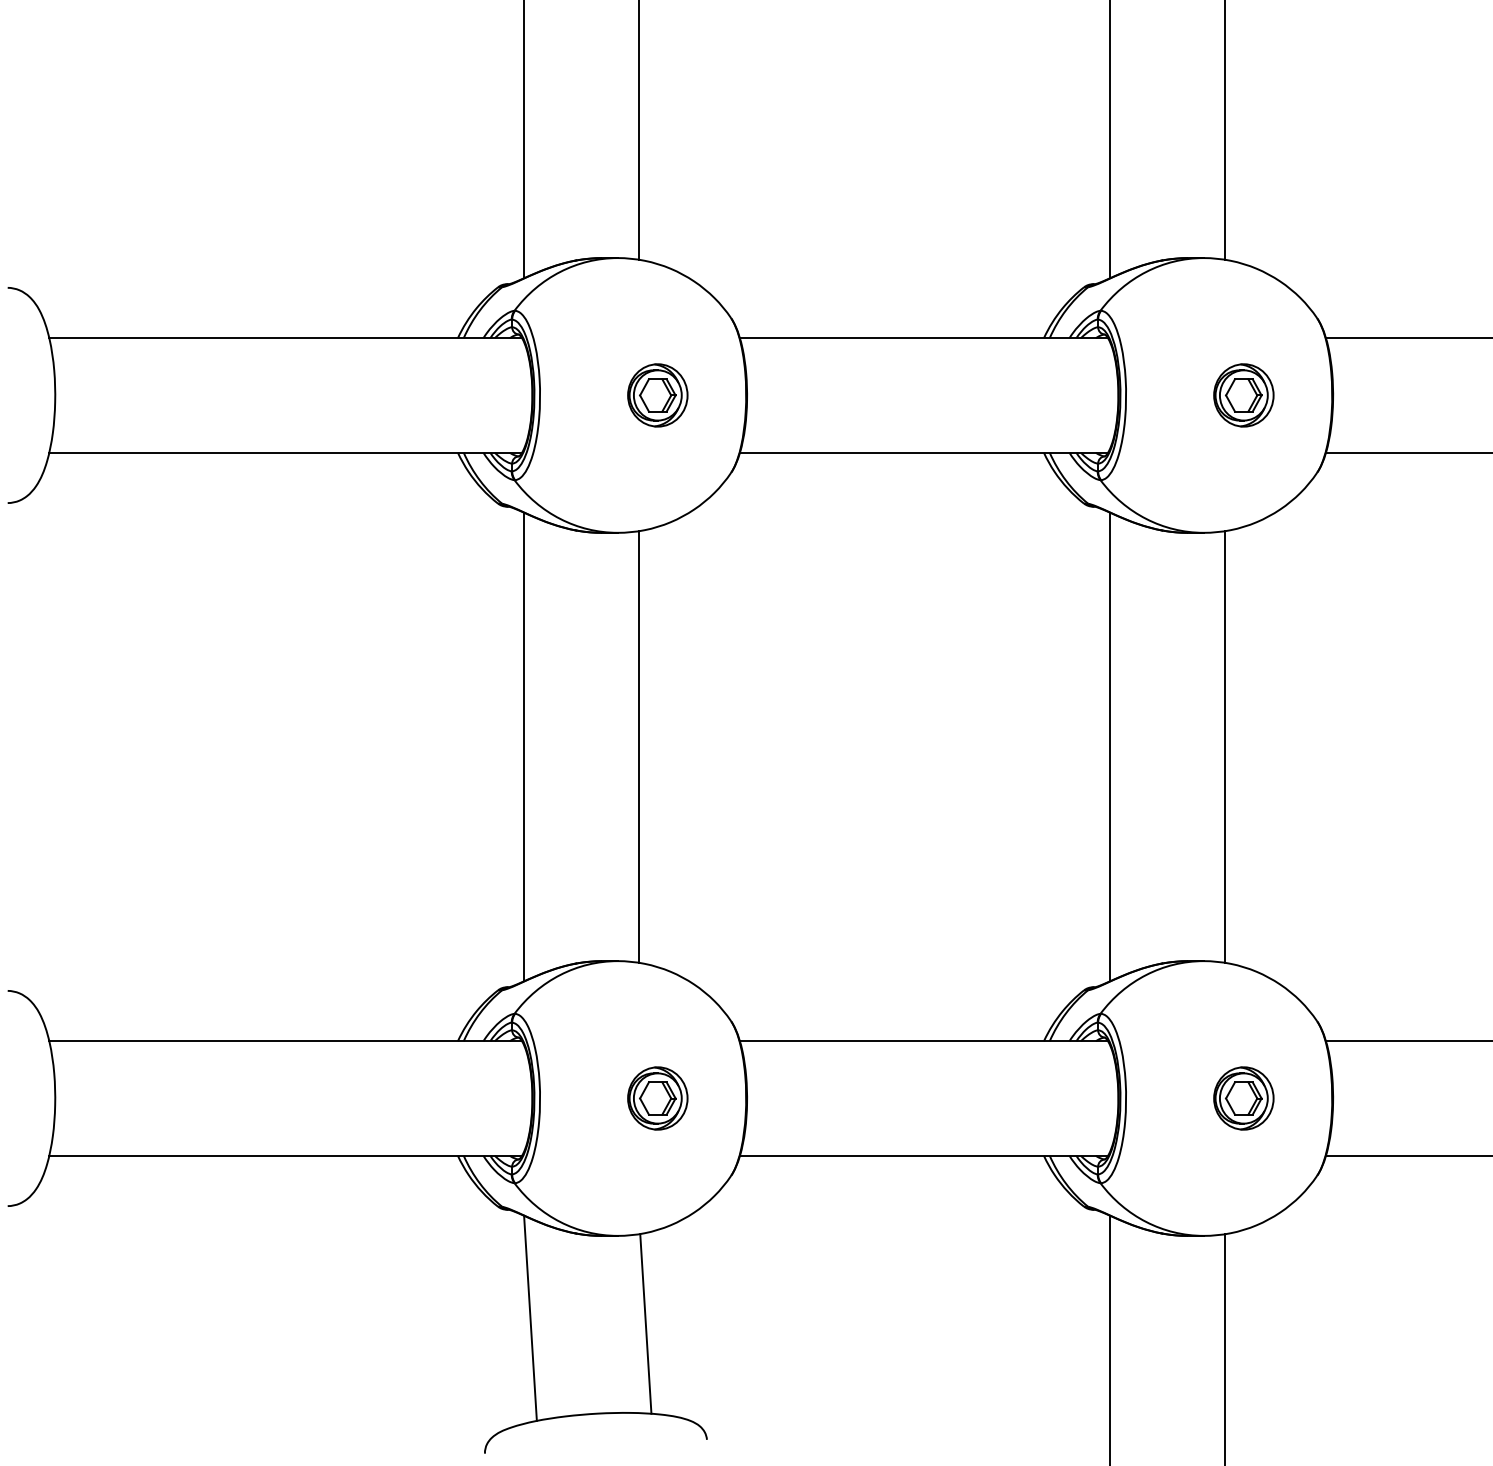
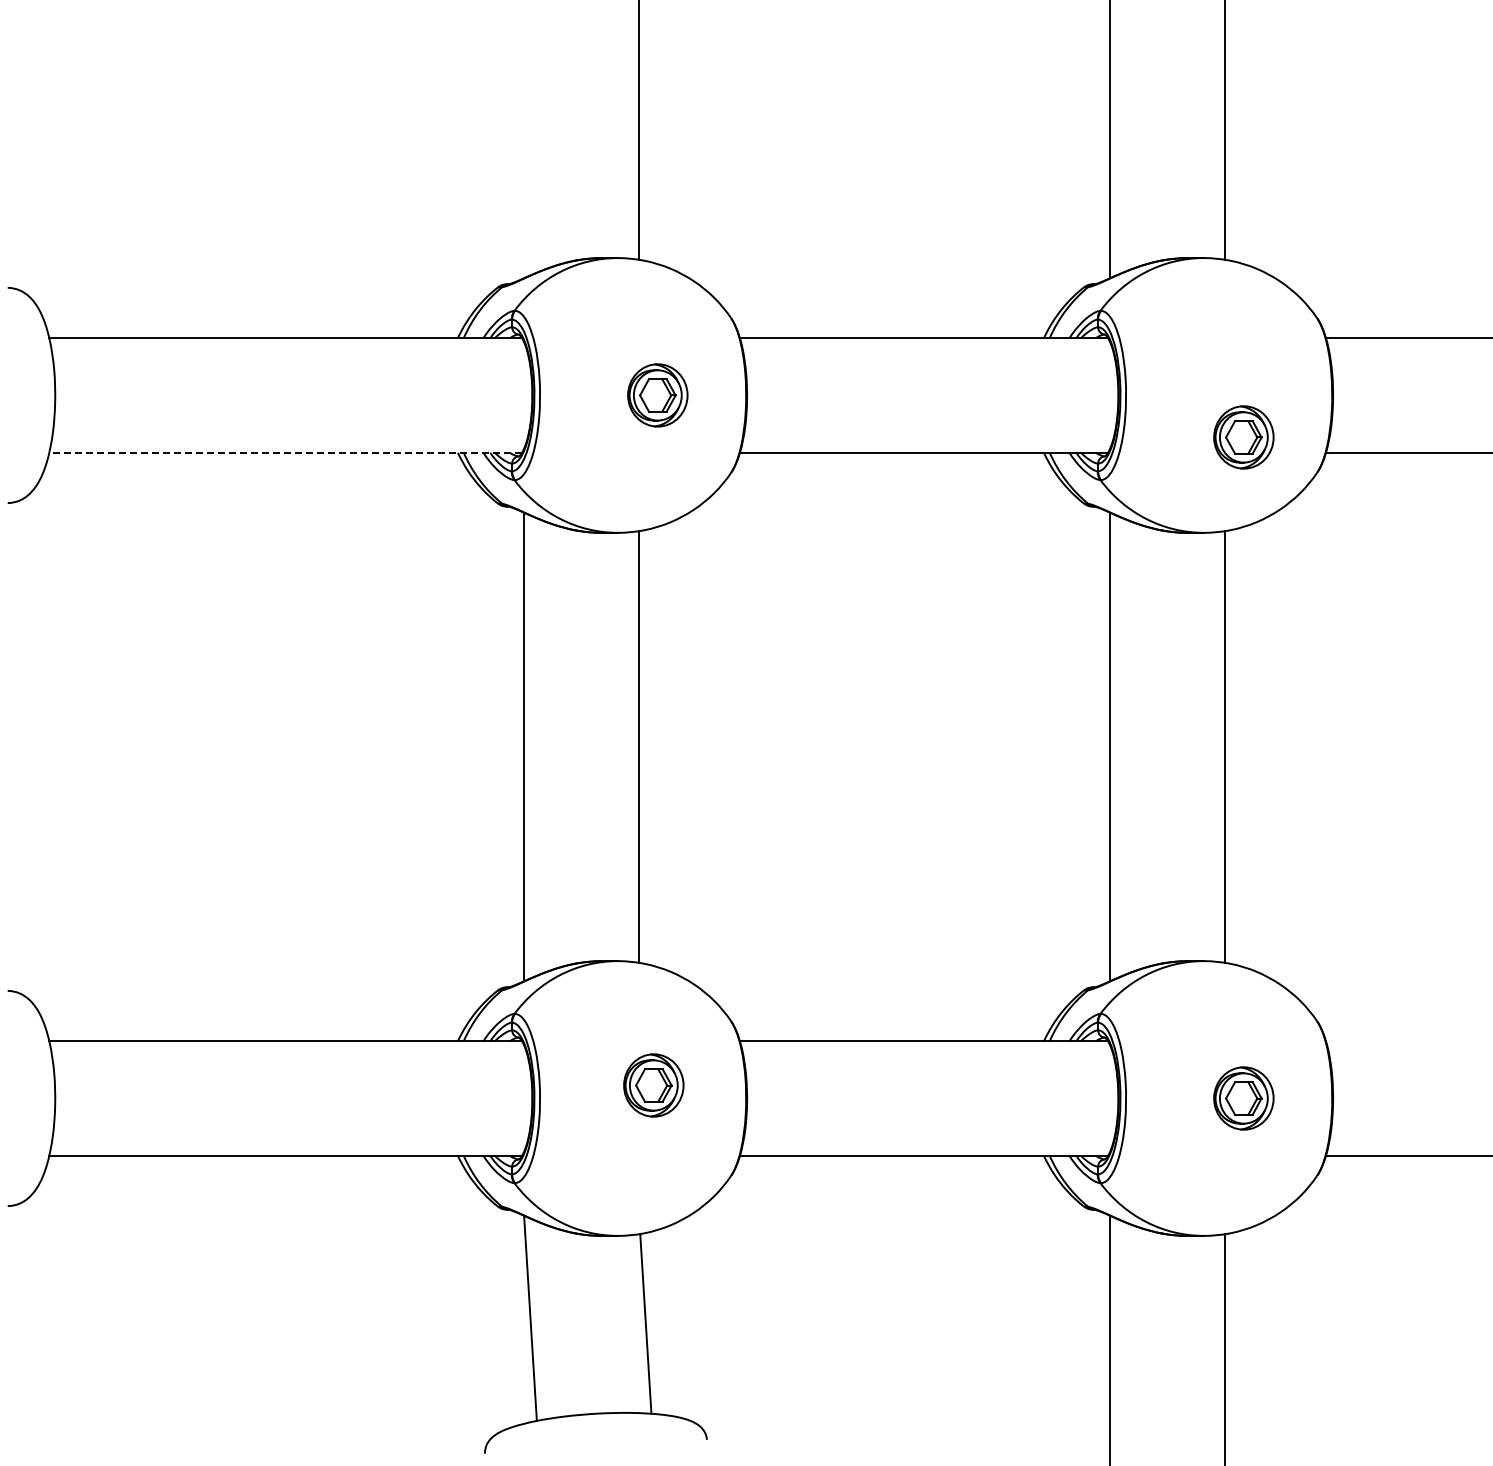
line at (523, 140): present -> none
part at (1243, 395) position: (1243, 395) -> (1243, 437)
line at (285, 452): solid -> dashed
line at (1407, 1041): present -> none
part at (657, 1098) position: (657, 1098) -> (653, 1085)
